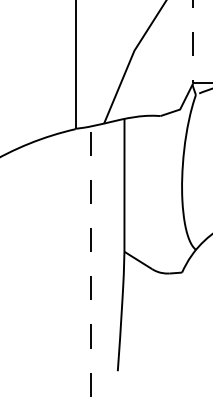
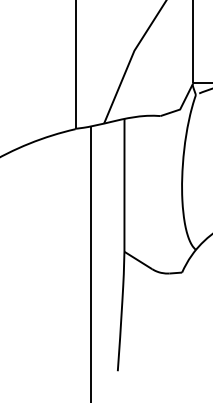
line at (193, 42): dashed -> solid
line at (91, 264): dashed -> solid
